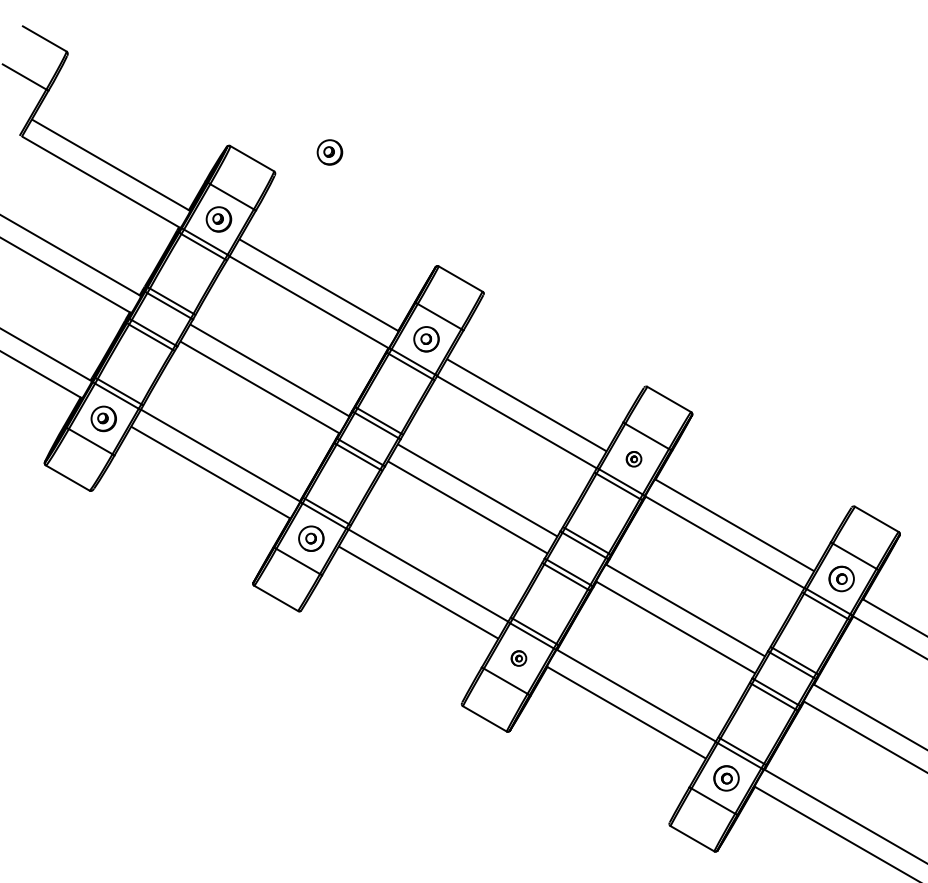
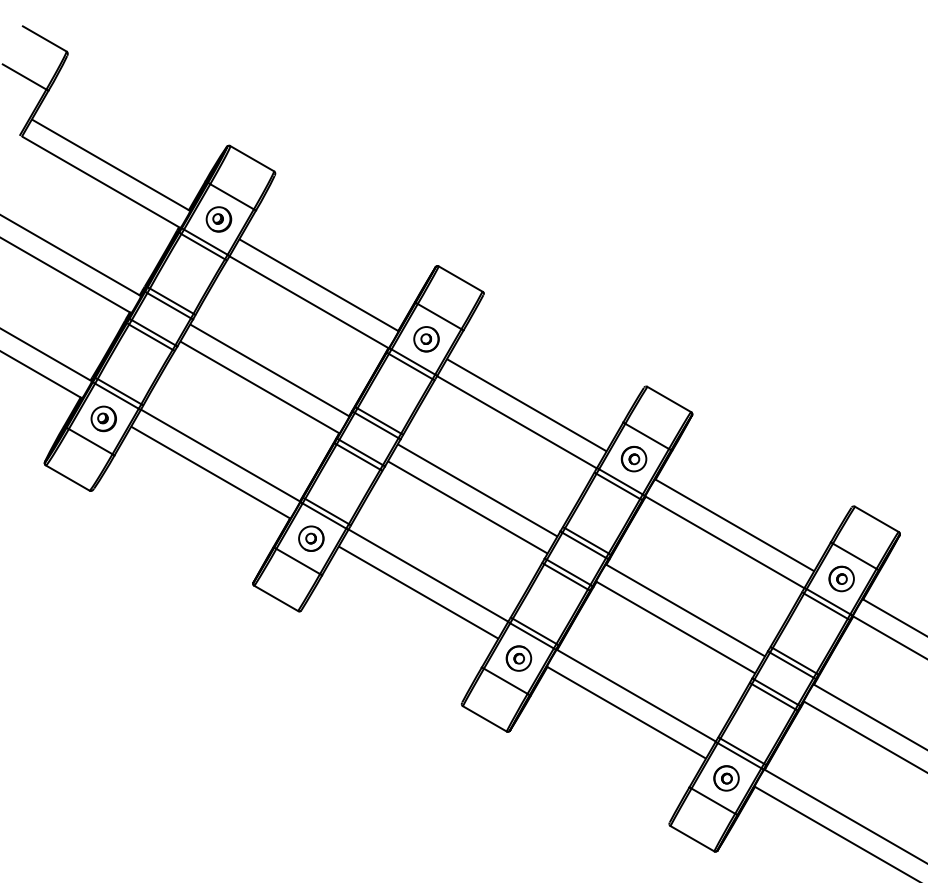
part at (329, 152): present -> none
part at (633, 459) size: 18x17 px -> 28x27 px
part at (518, 658) size: 18x17 px -> 28x27 px
